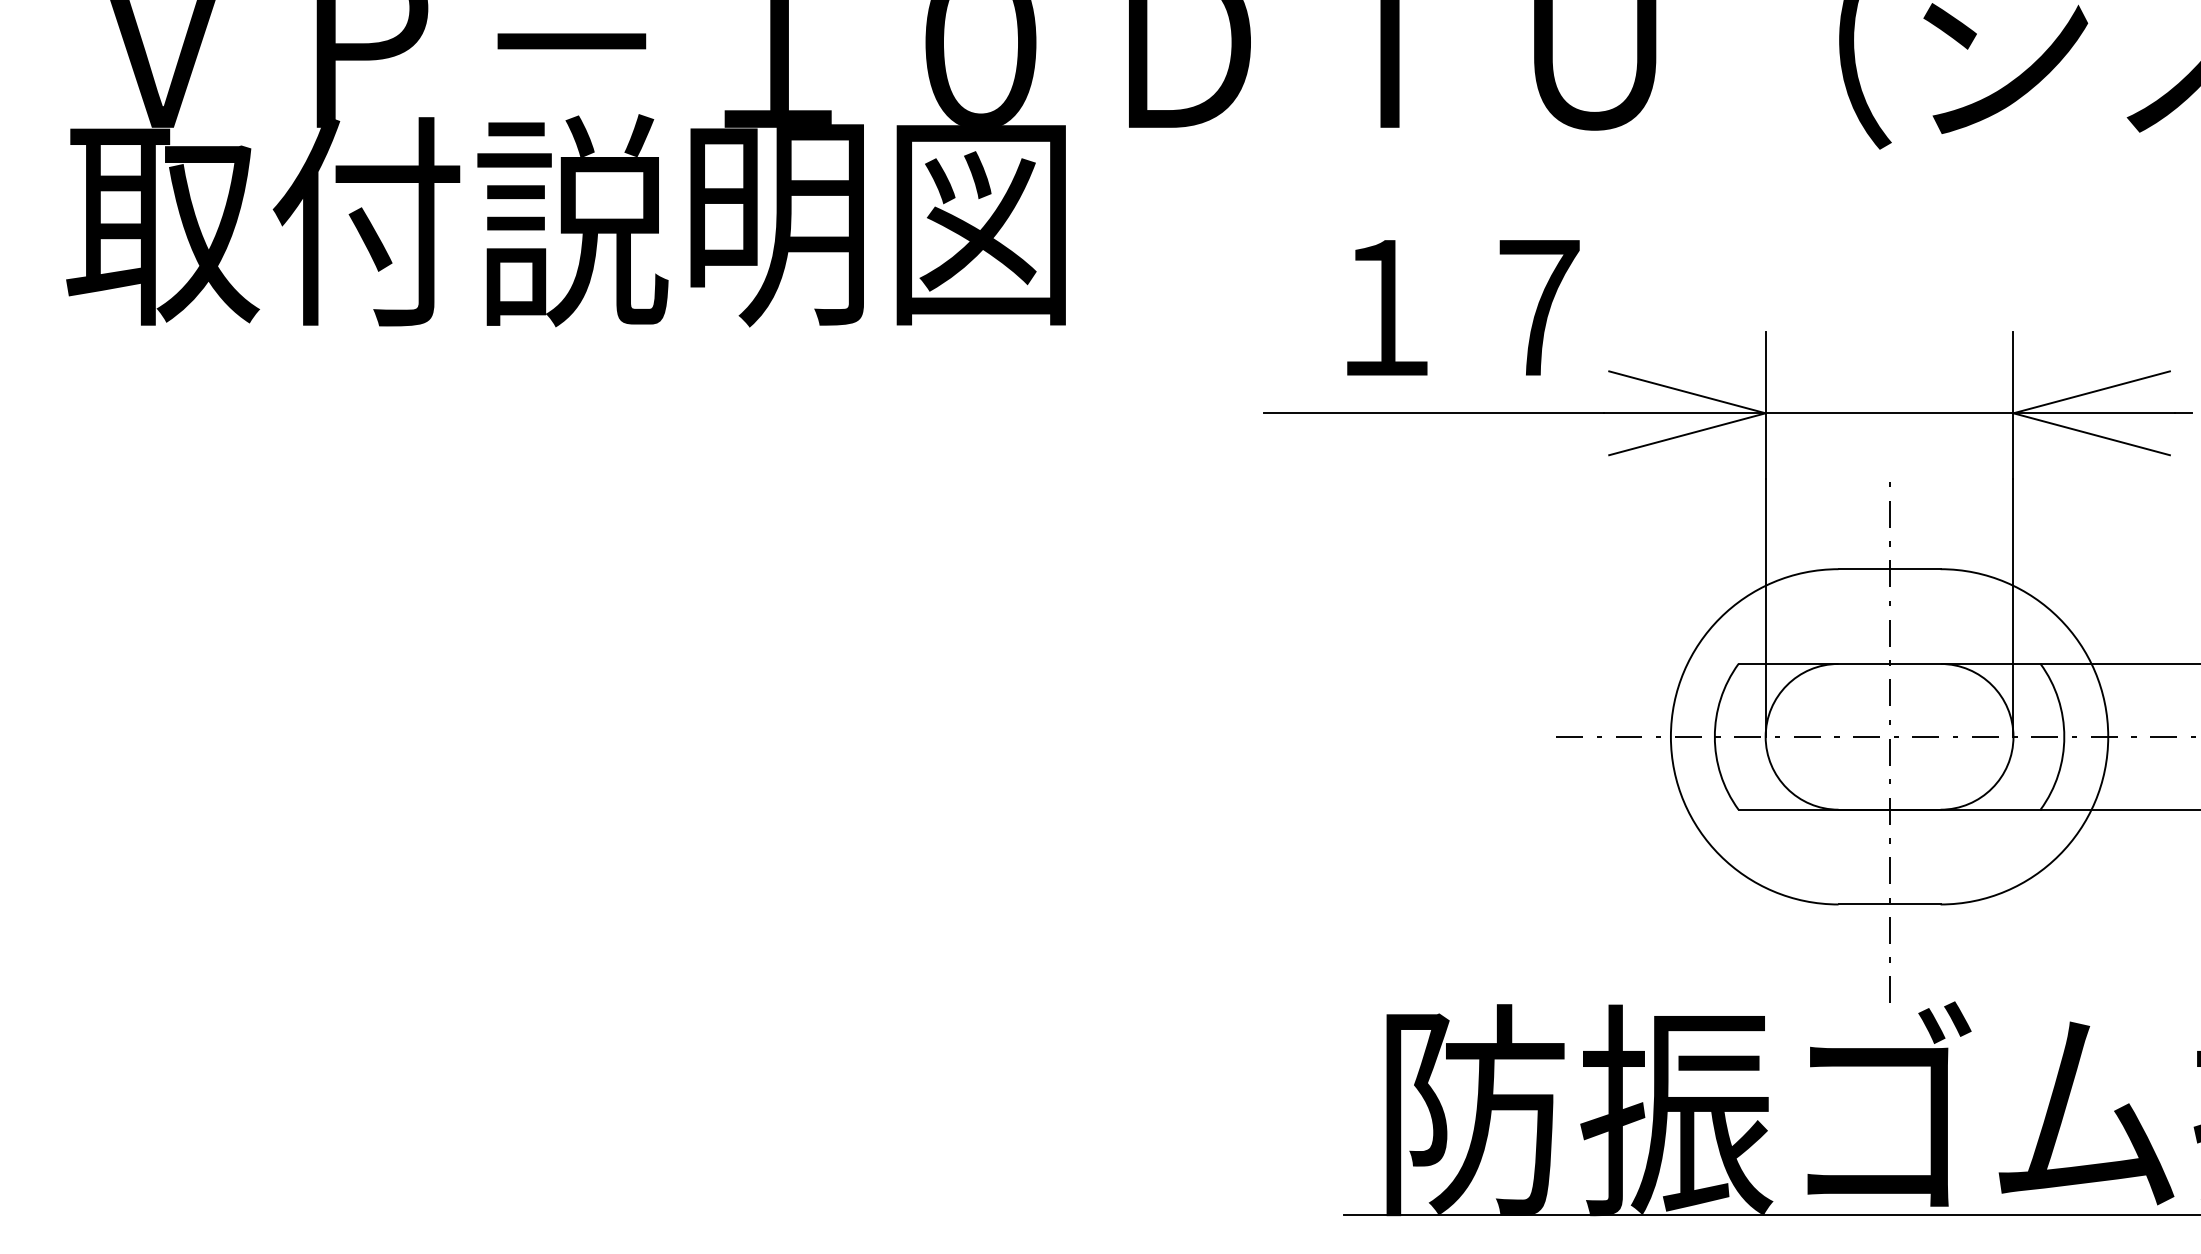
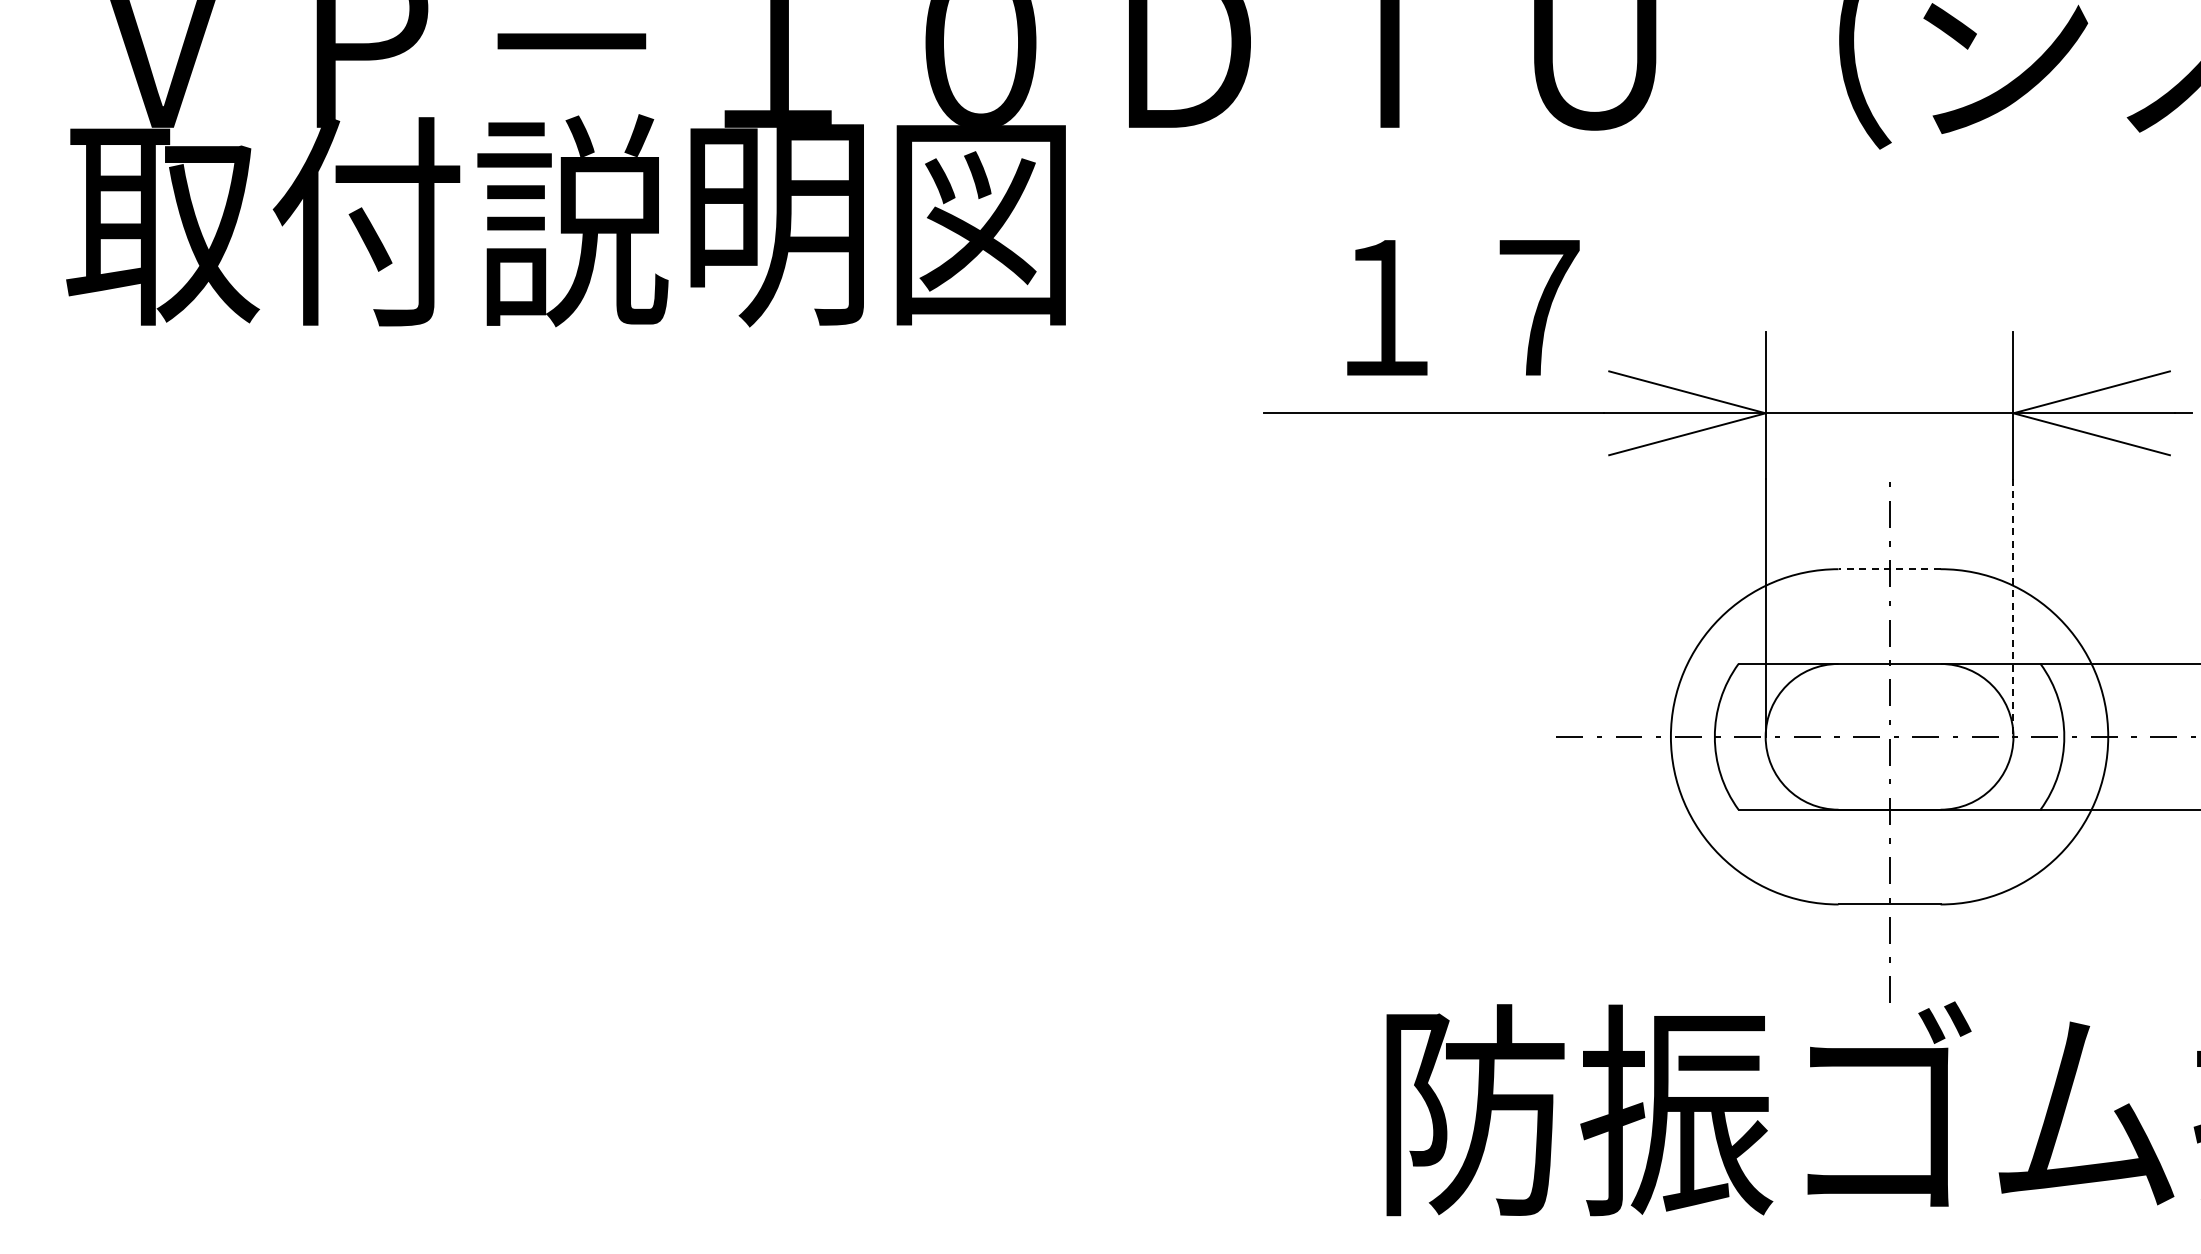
line at (1889, 569): solid -> dashed
line at (2013, 608): solid -> dashed
line at (1770, 1214): present -> none
